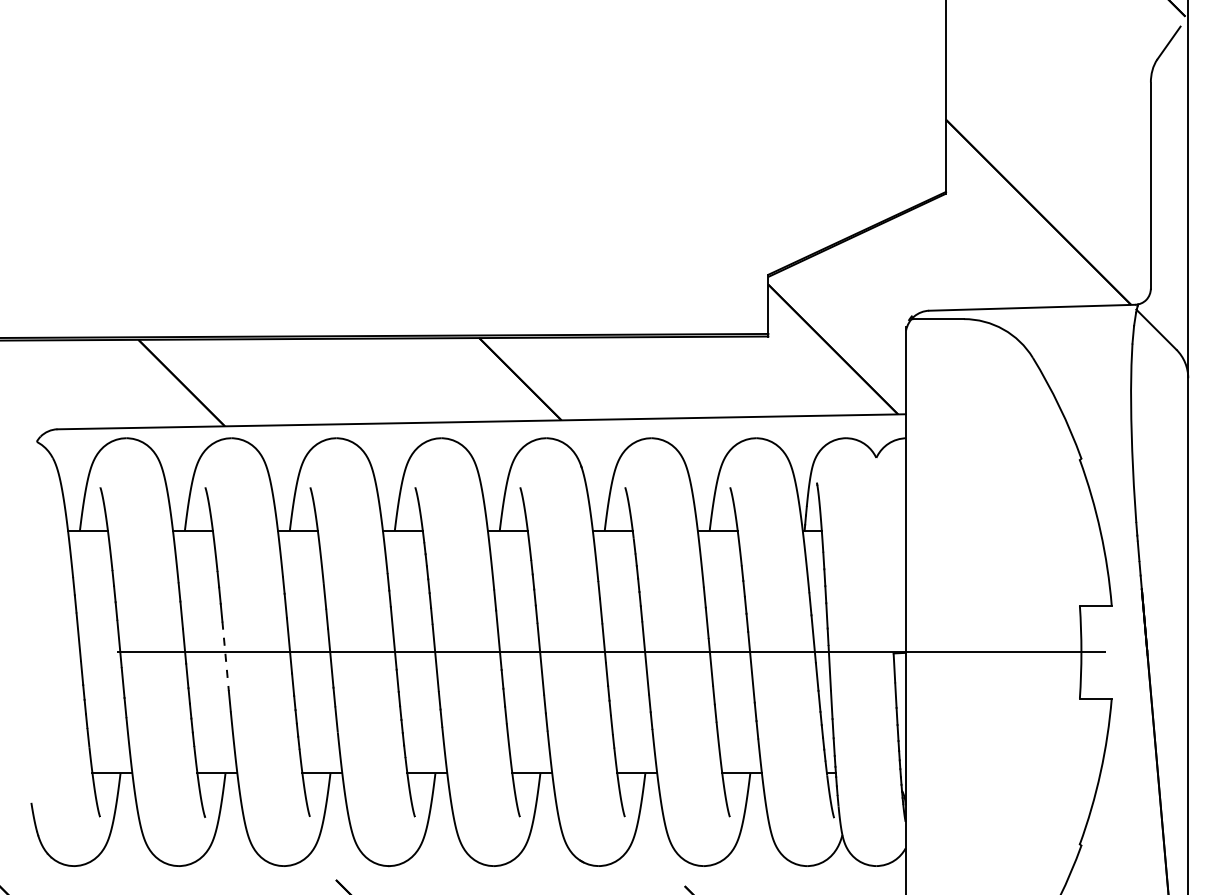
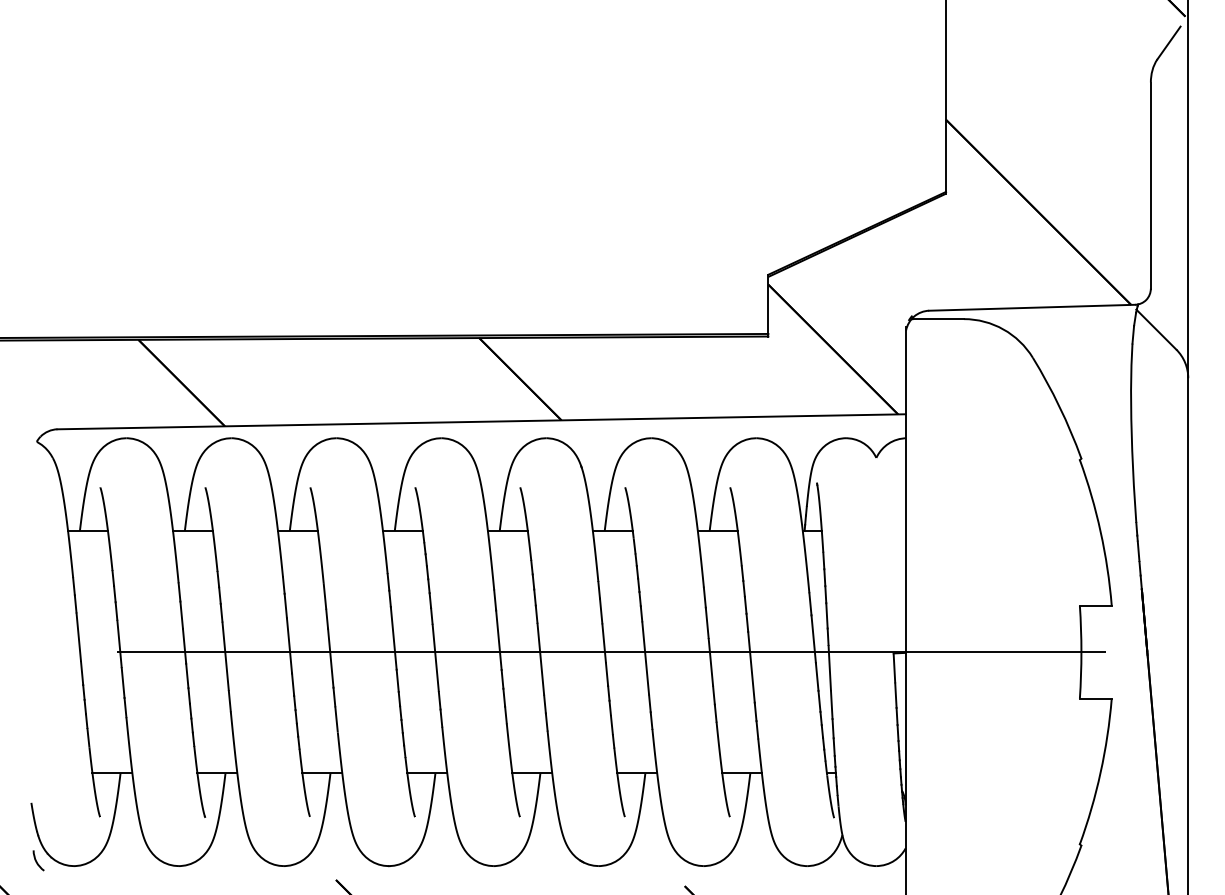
line at (225, 656): dashed -> solid
curve at (37, 861): none -> present
